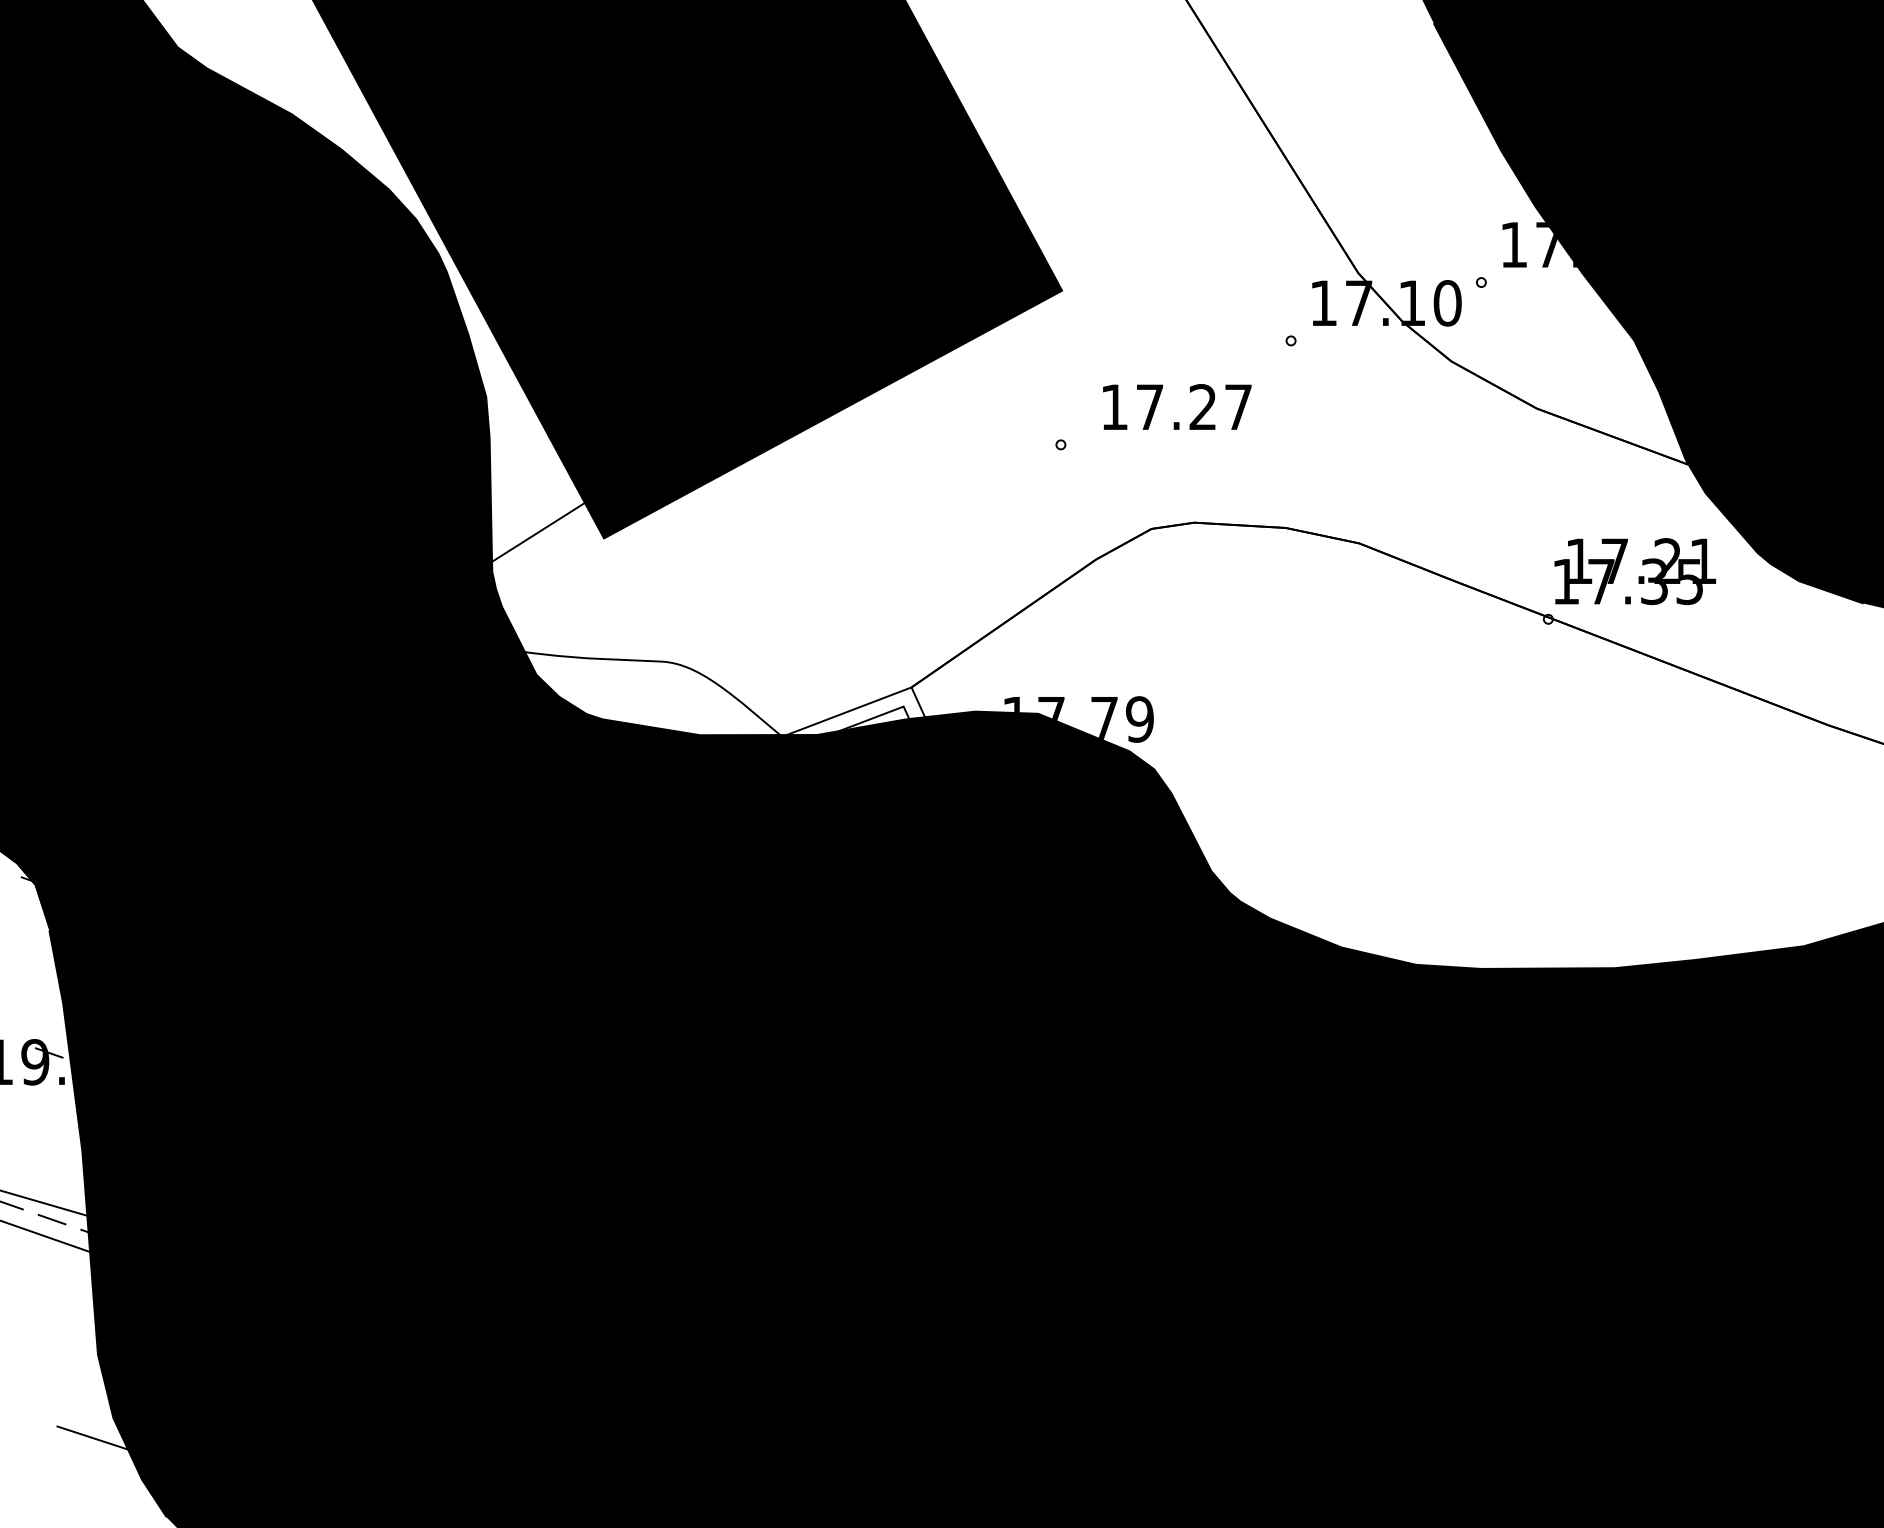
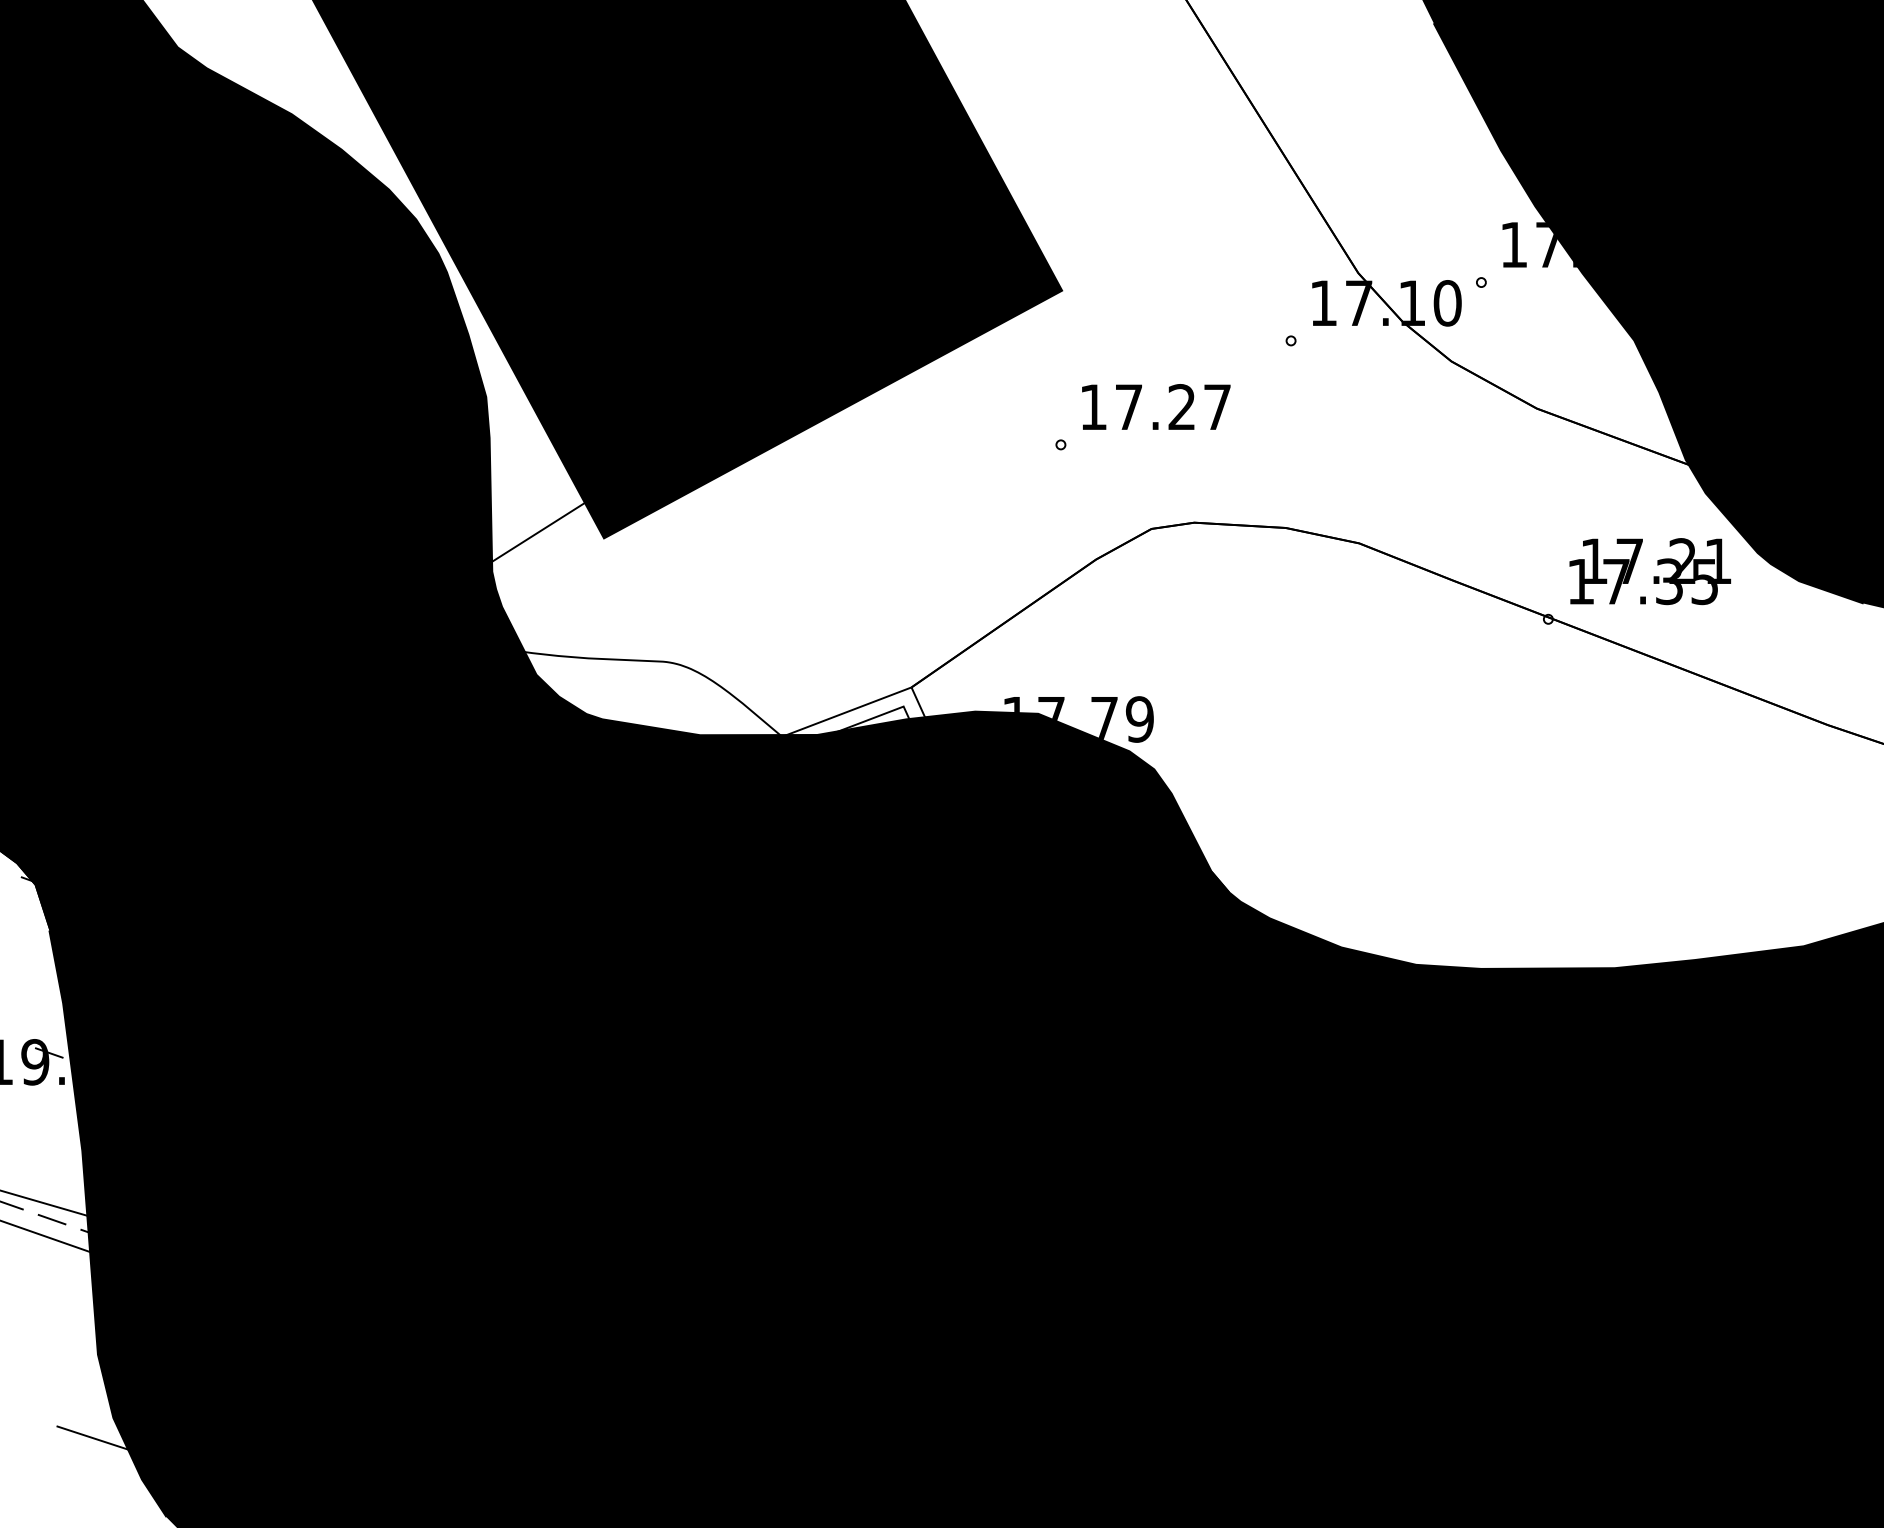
text at (1177, 406) position: (1177, 406) -> (1156, 406)
text at (1635, 571) position: (1635, 571) -> (1650, 571)
